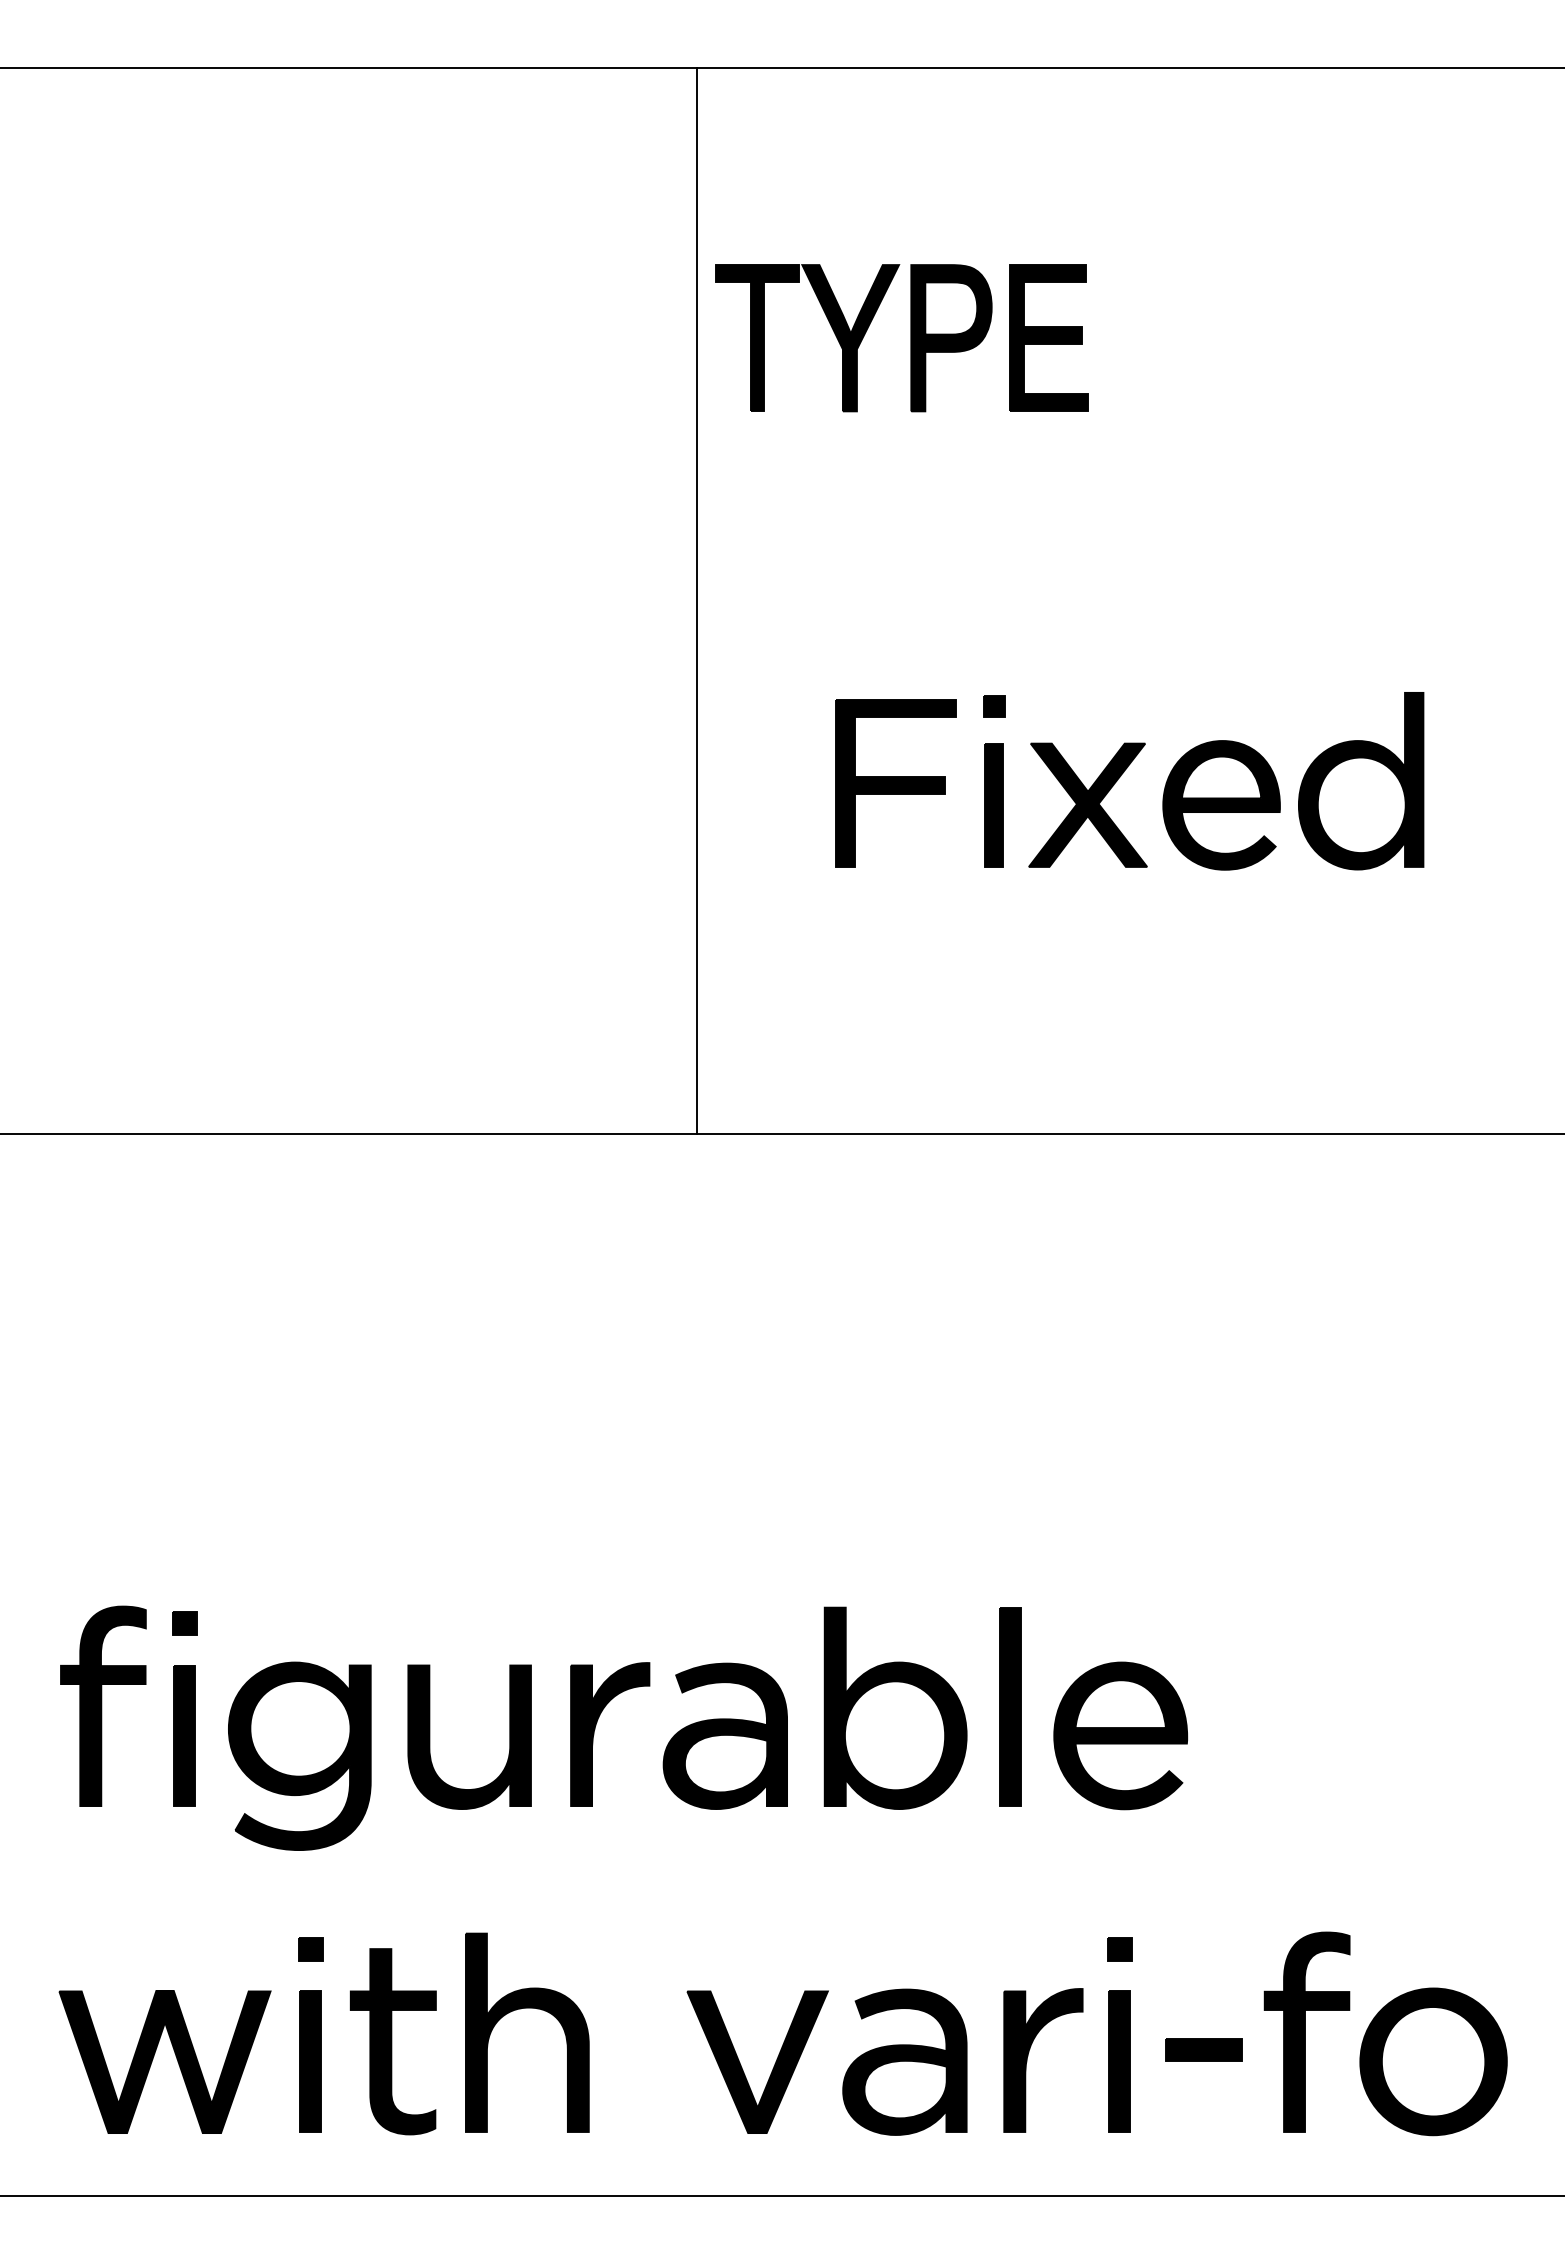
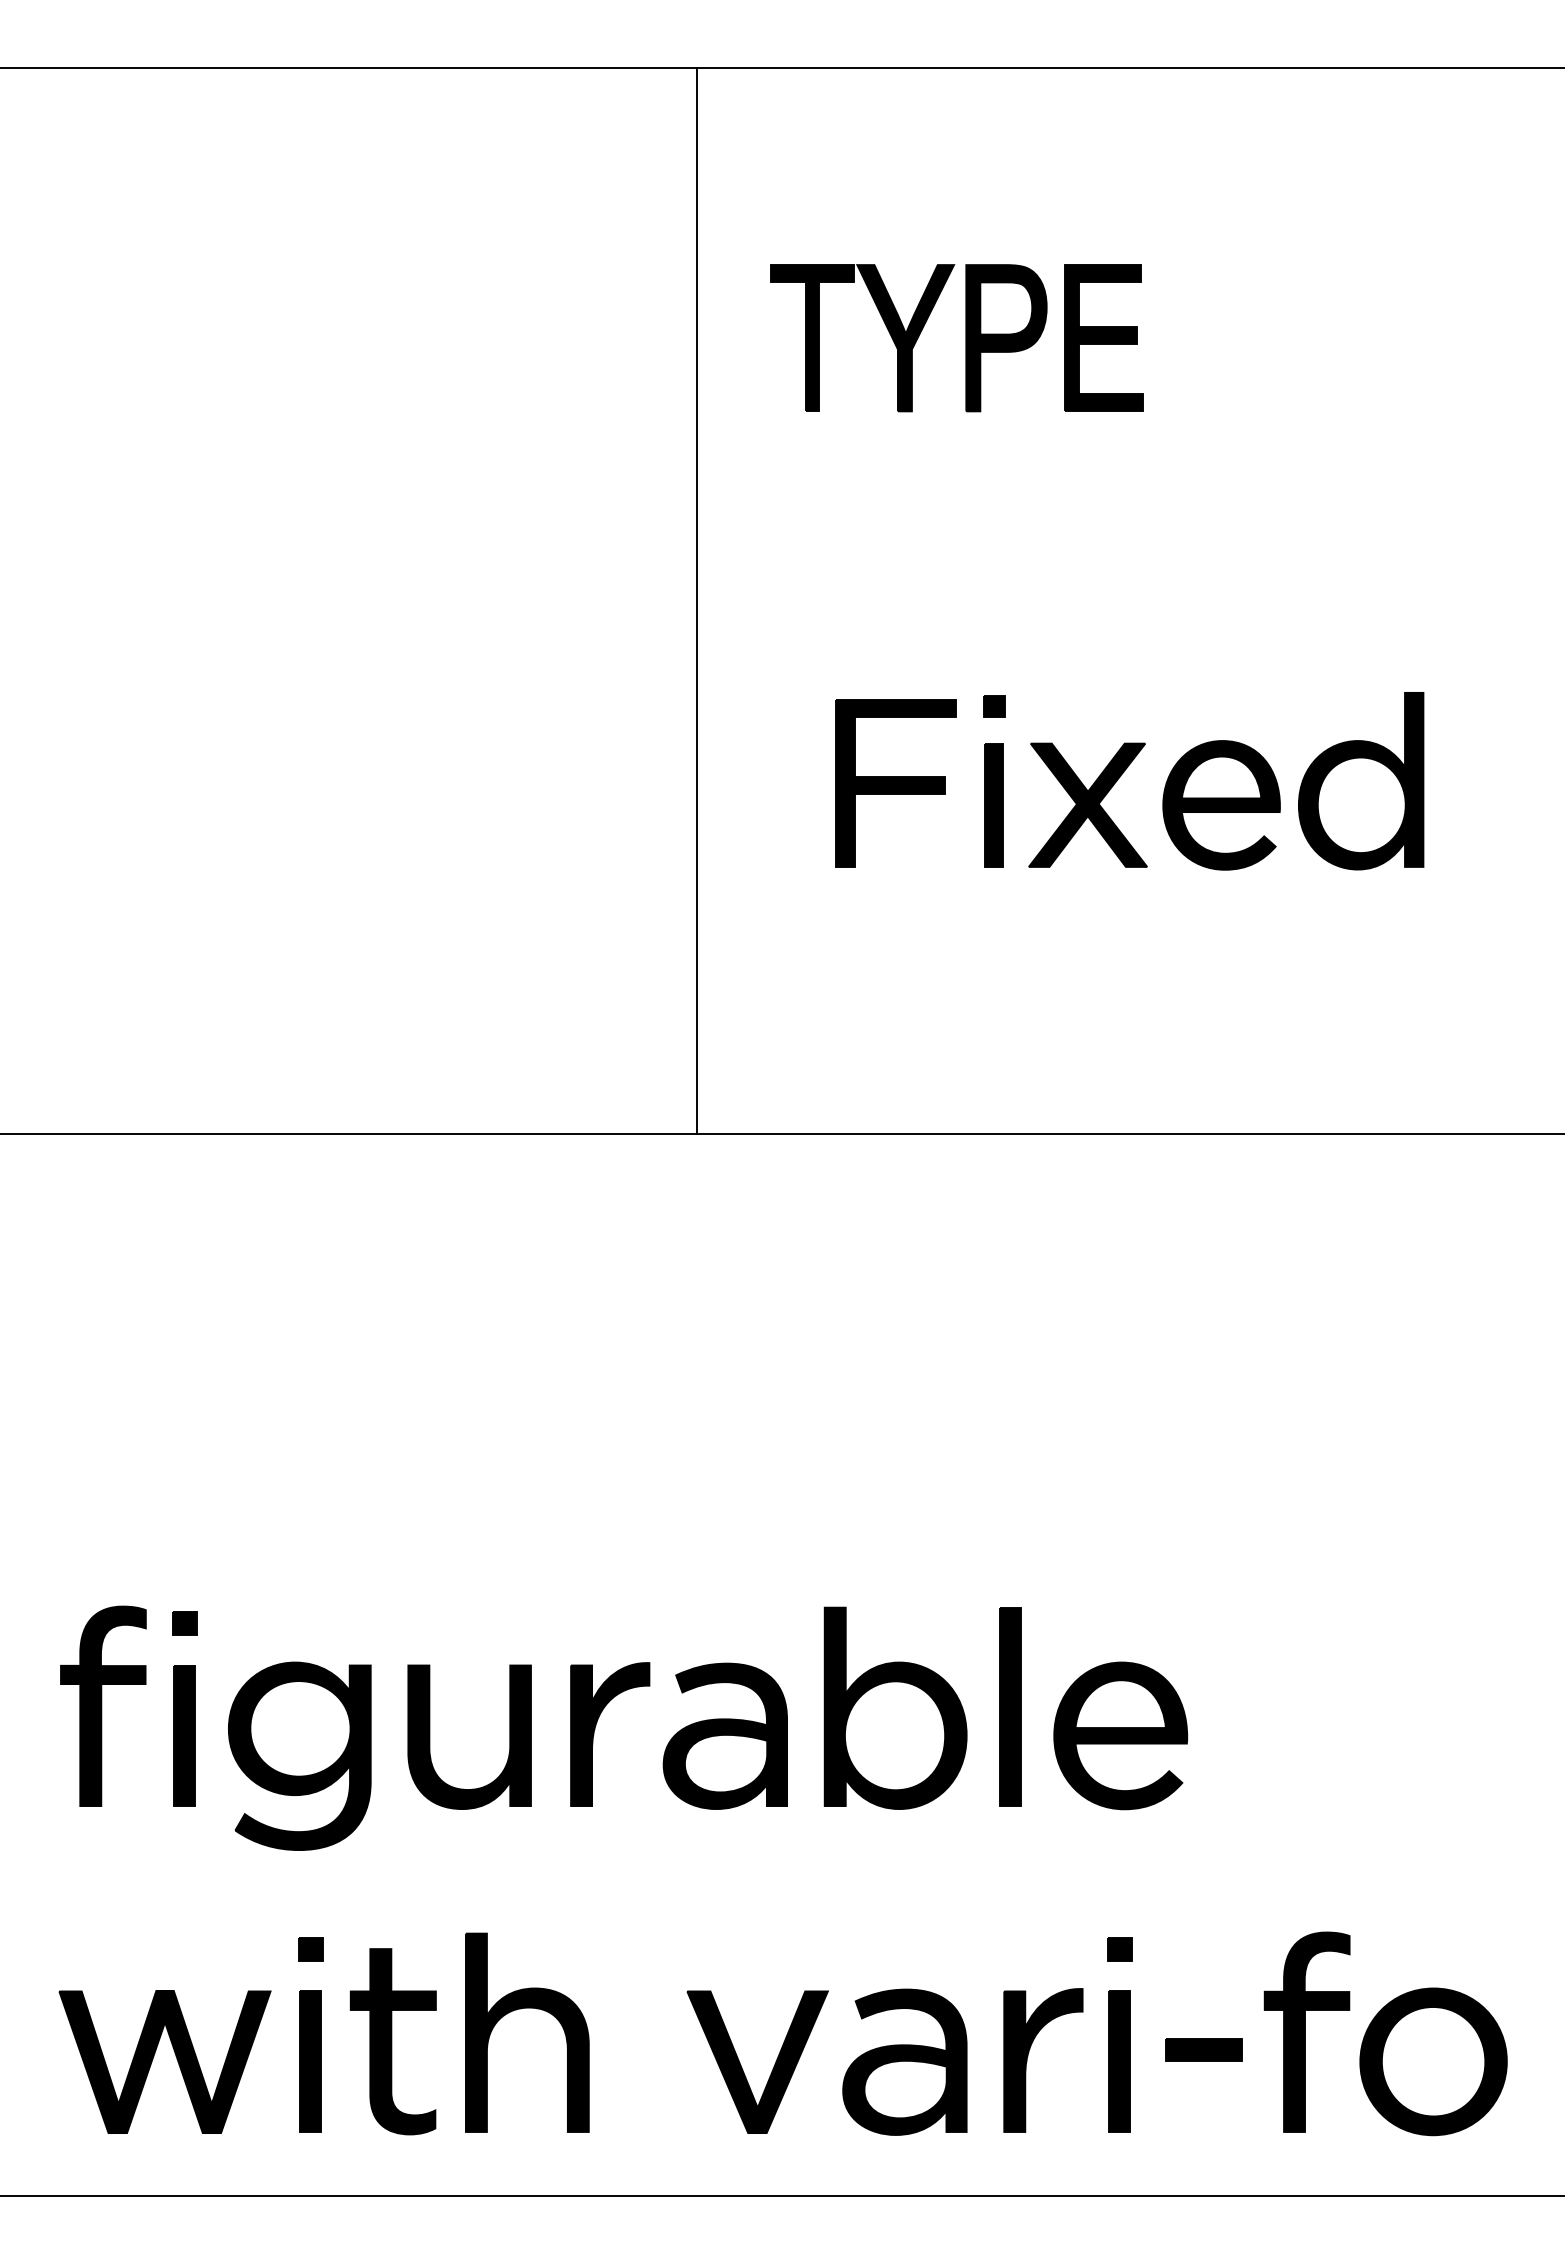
part at (910, 338) position: (910, 338) -> (965, 338)
